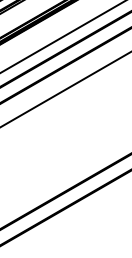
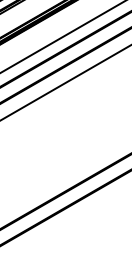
line at (65, 89) position: (65, 89) -> (65, 82)
